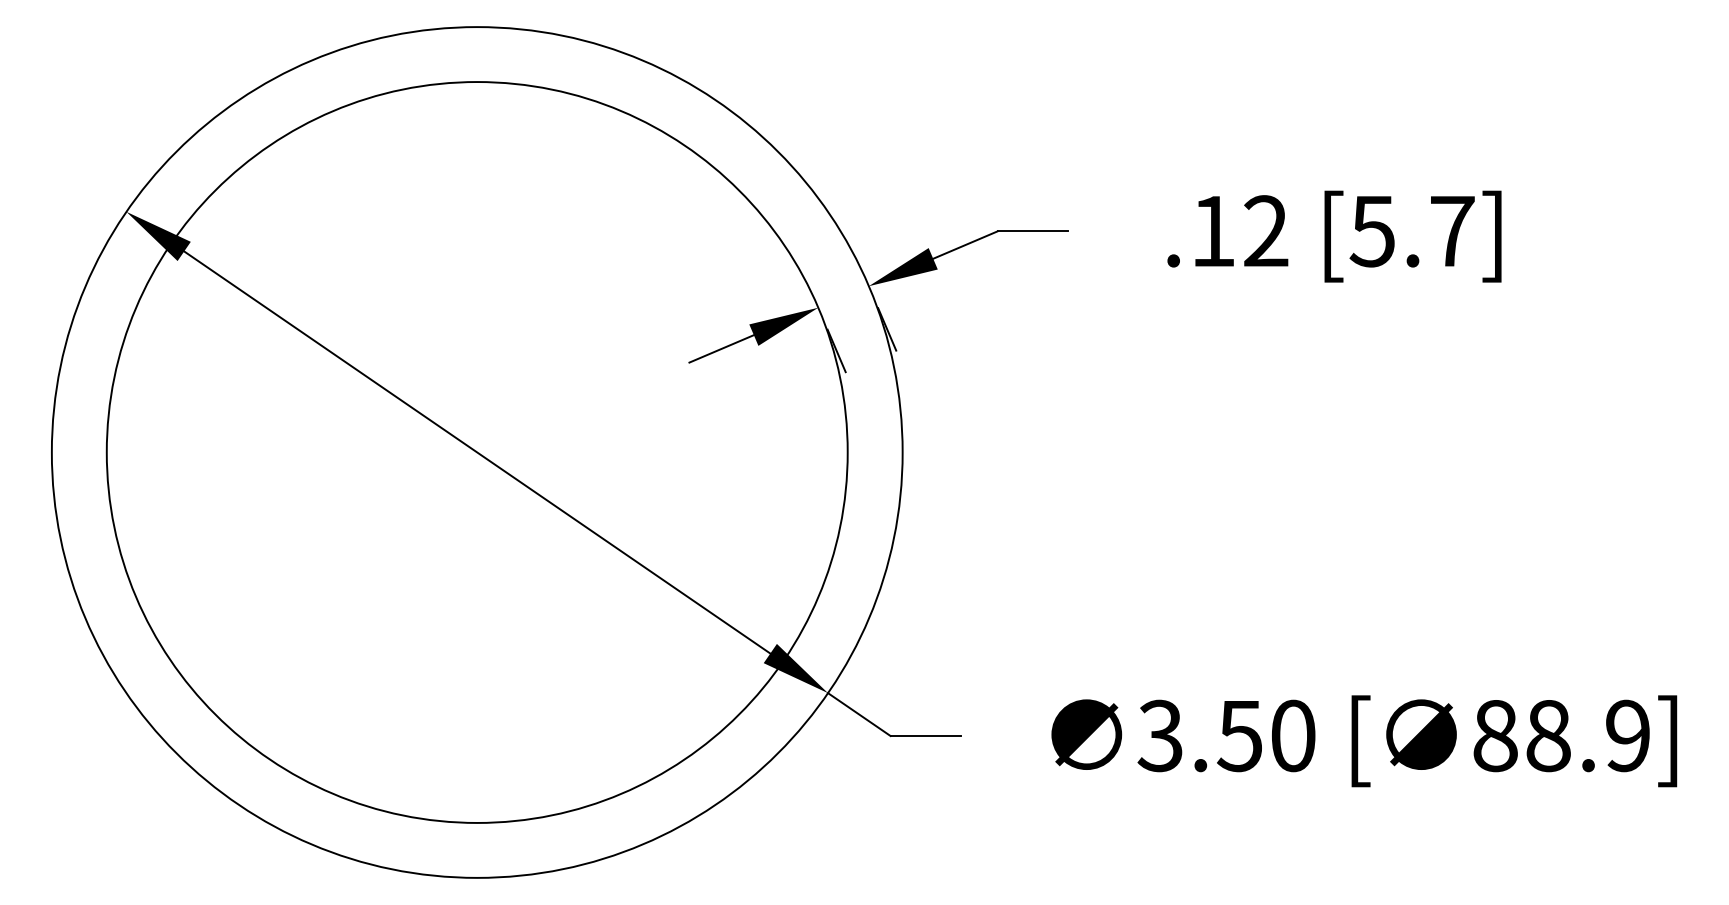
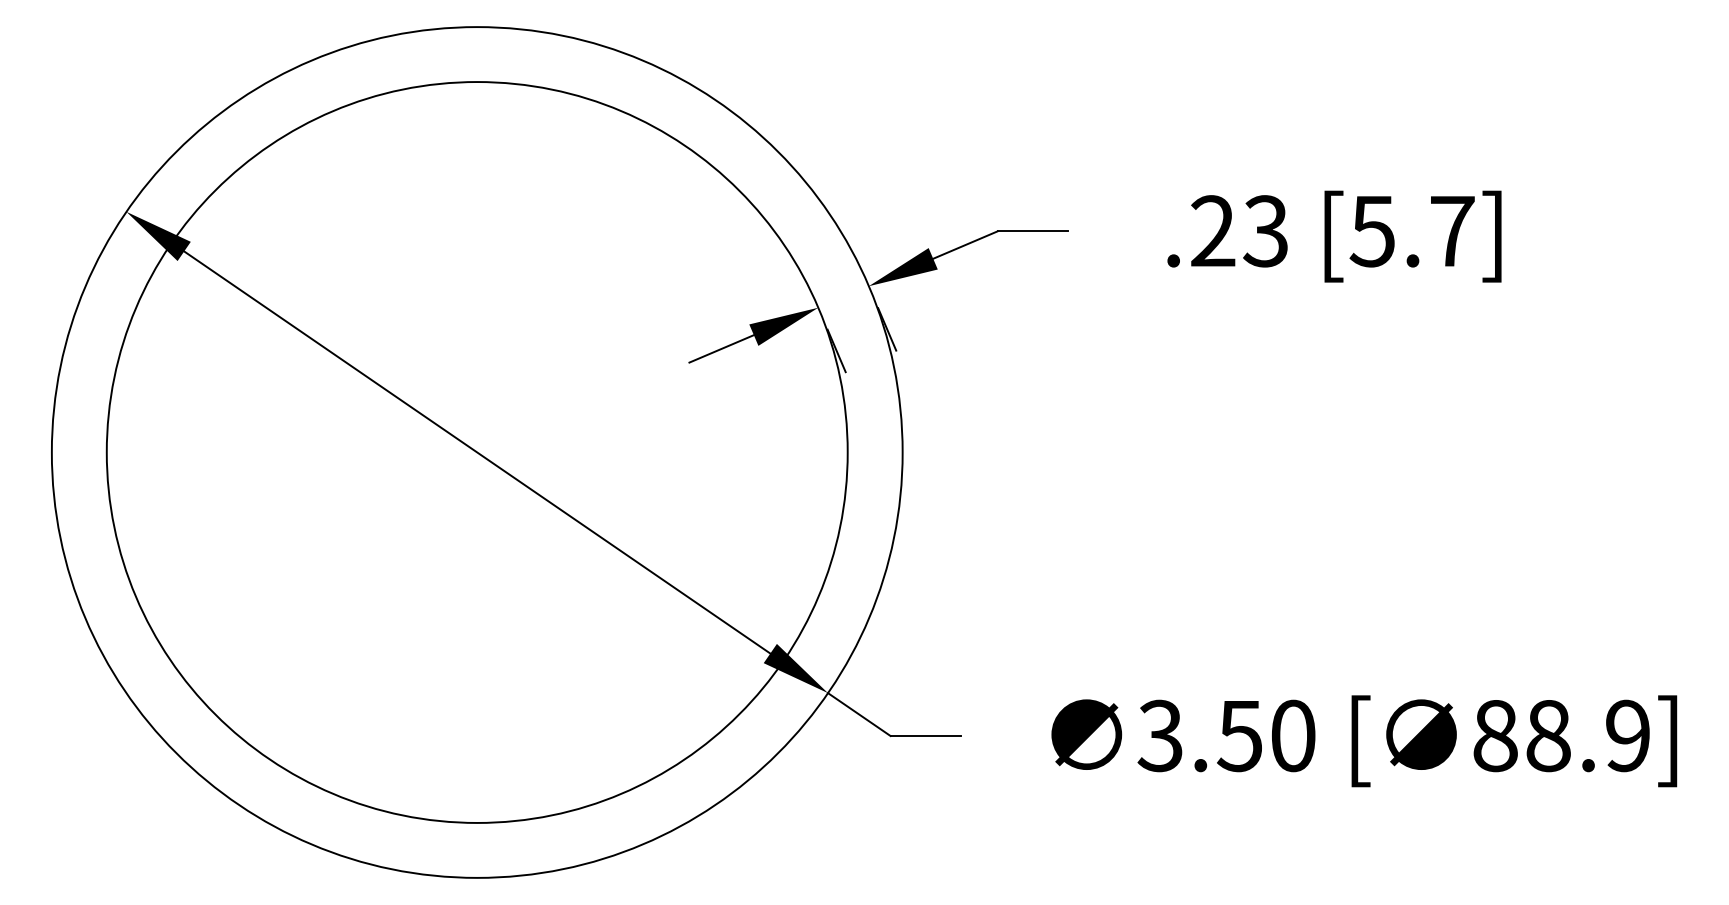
text at (1239, 231): .12 -> .23
